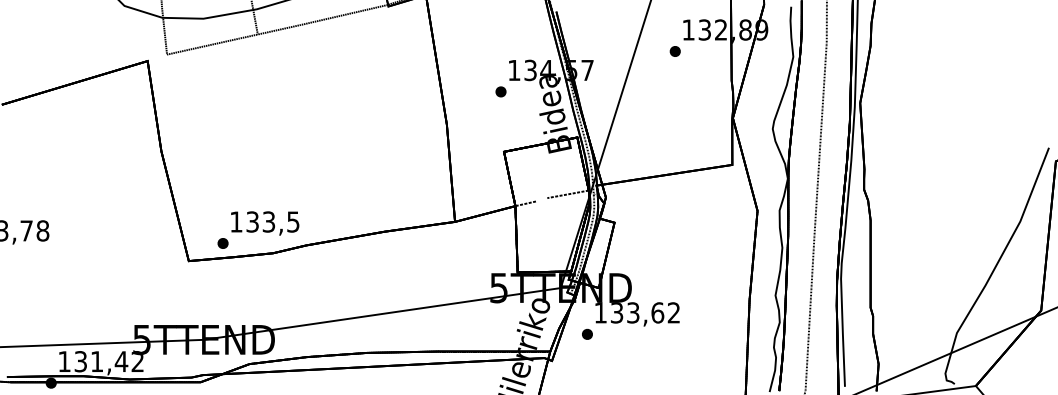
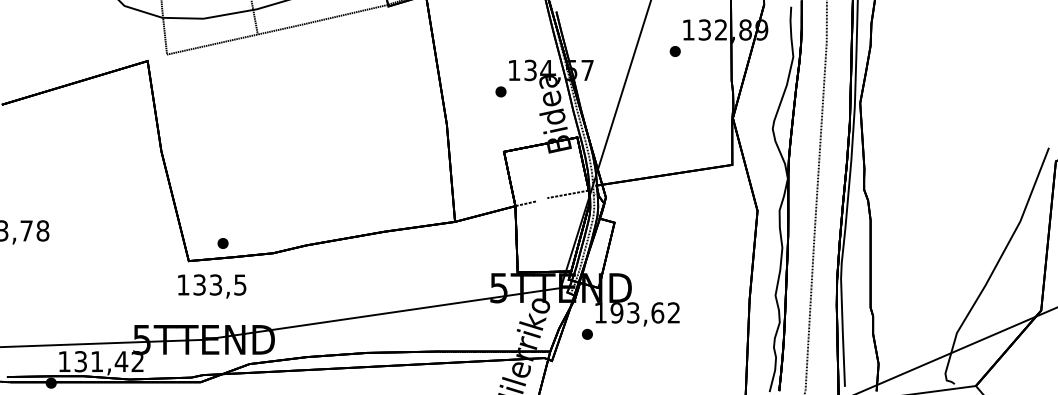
text at (265, 223) position: (265, 223) -> (212, 286)
text at (616, 313): 133,62 -> 193,62
